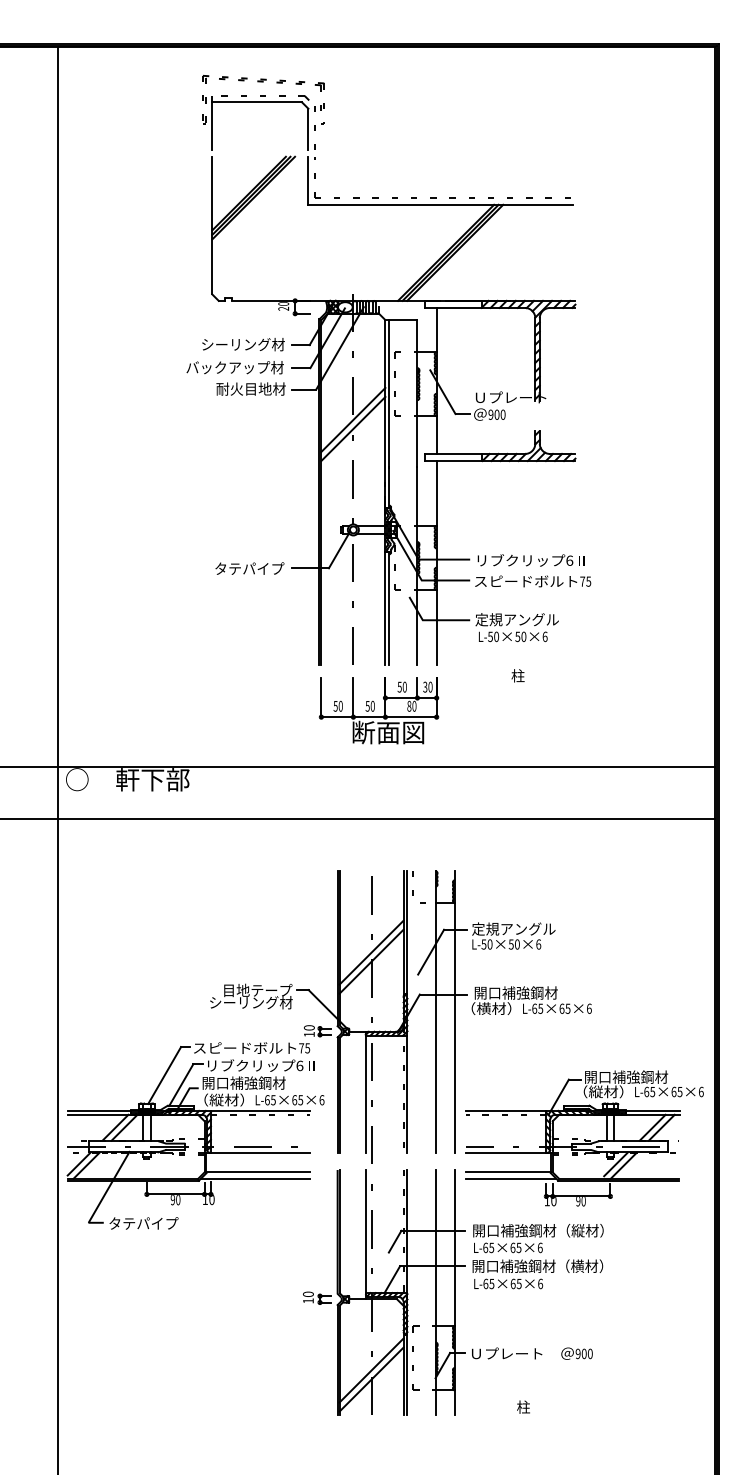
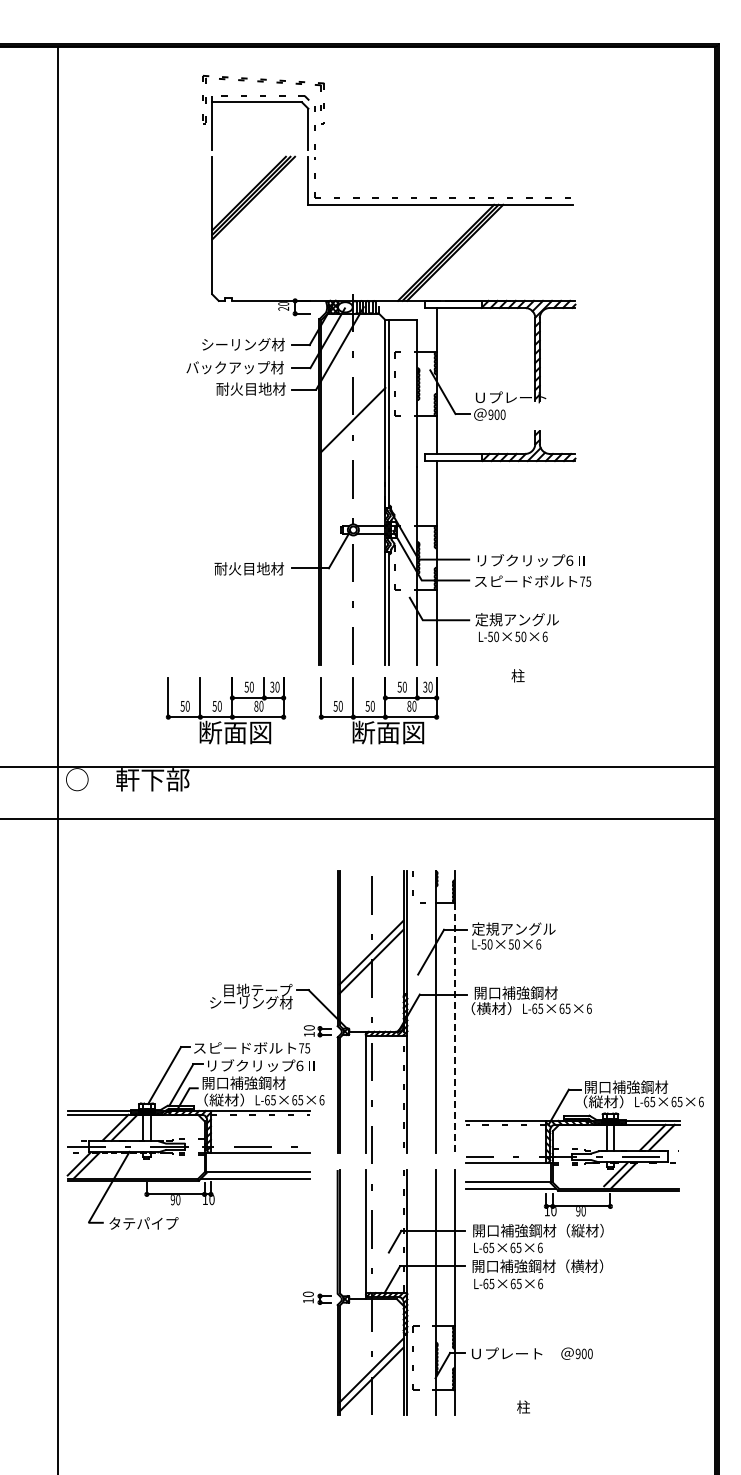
line at (353, 428): present -> none
text at (249, 568): タテパイプ -> 耐火目地材
part at (225, 710): none -> present
line at (454, 1028): solid -> dashed
part at (584, 1138) position: (584, 1138) -> (584, 1148)
